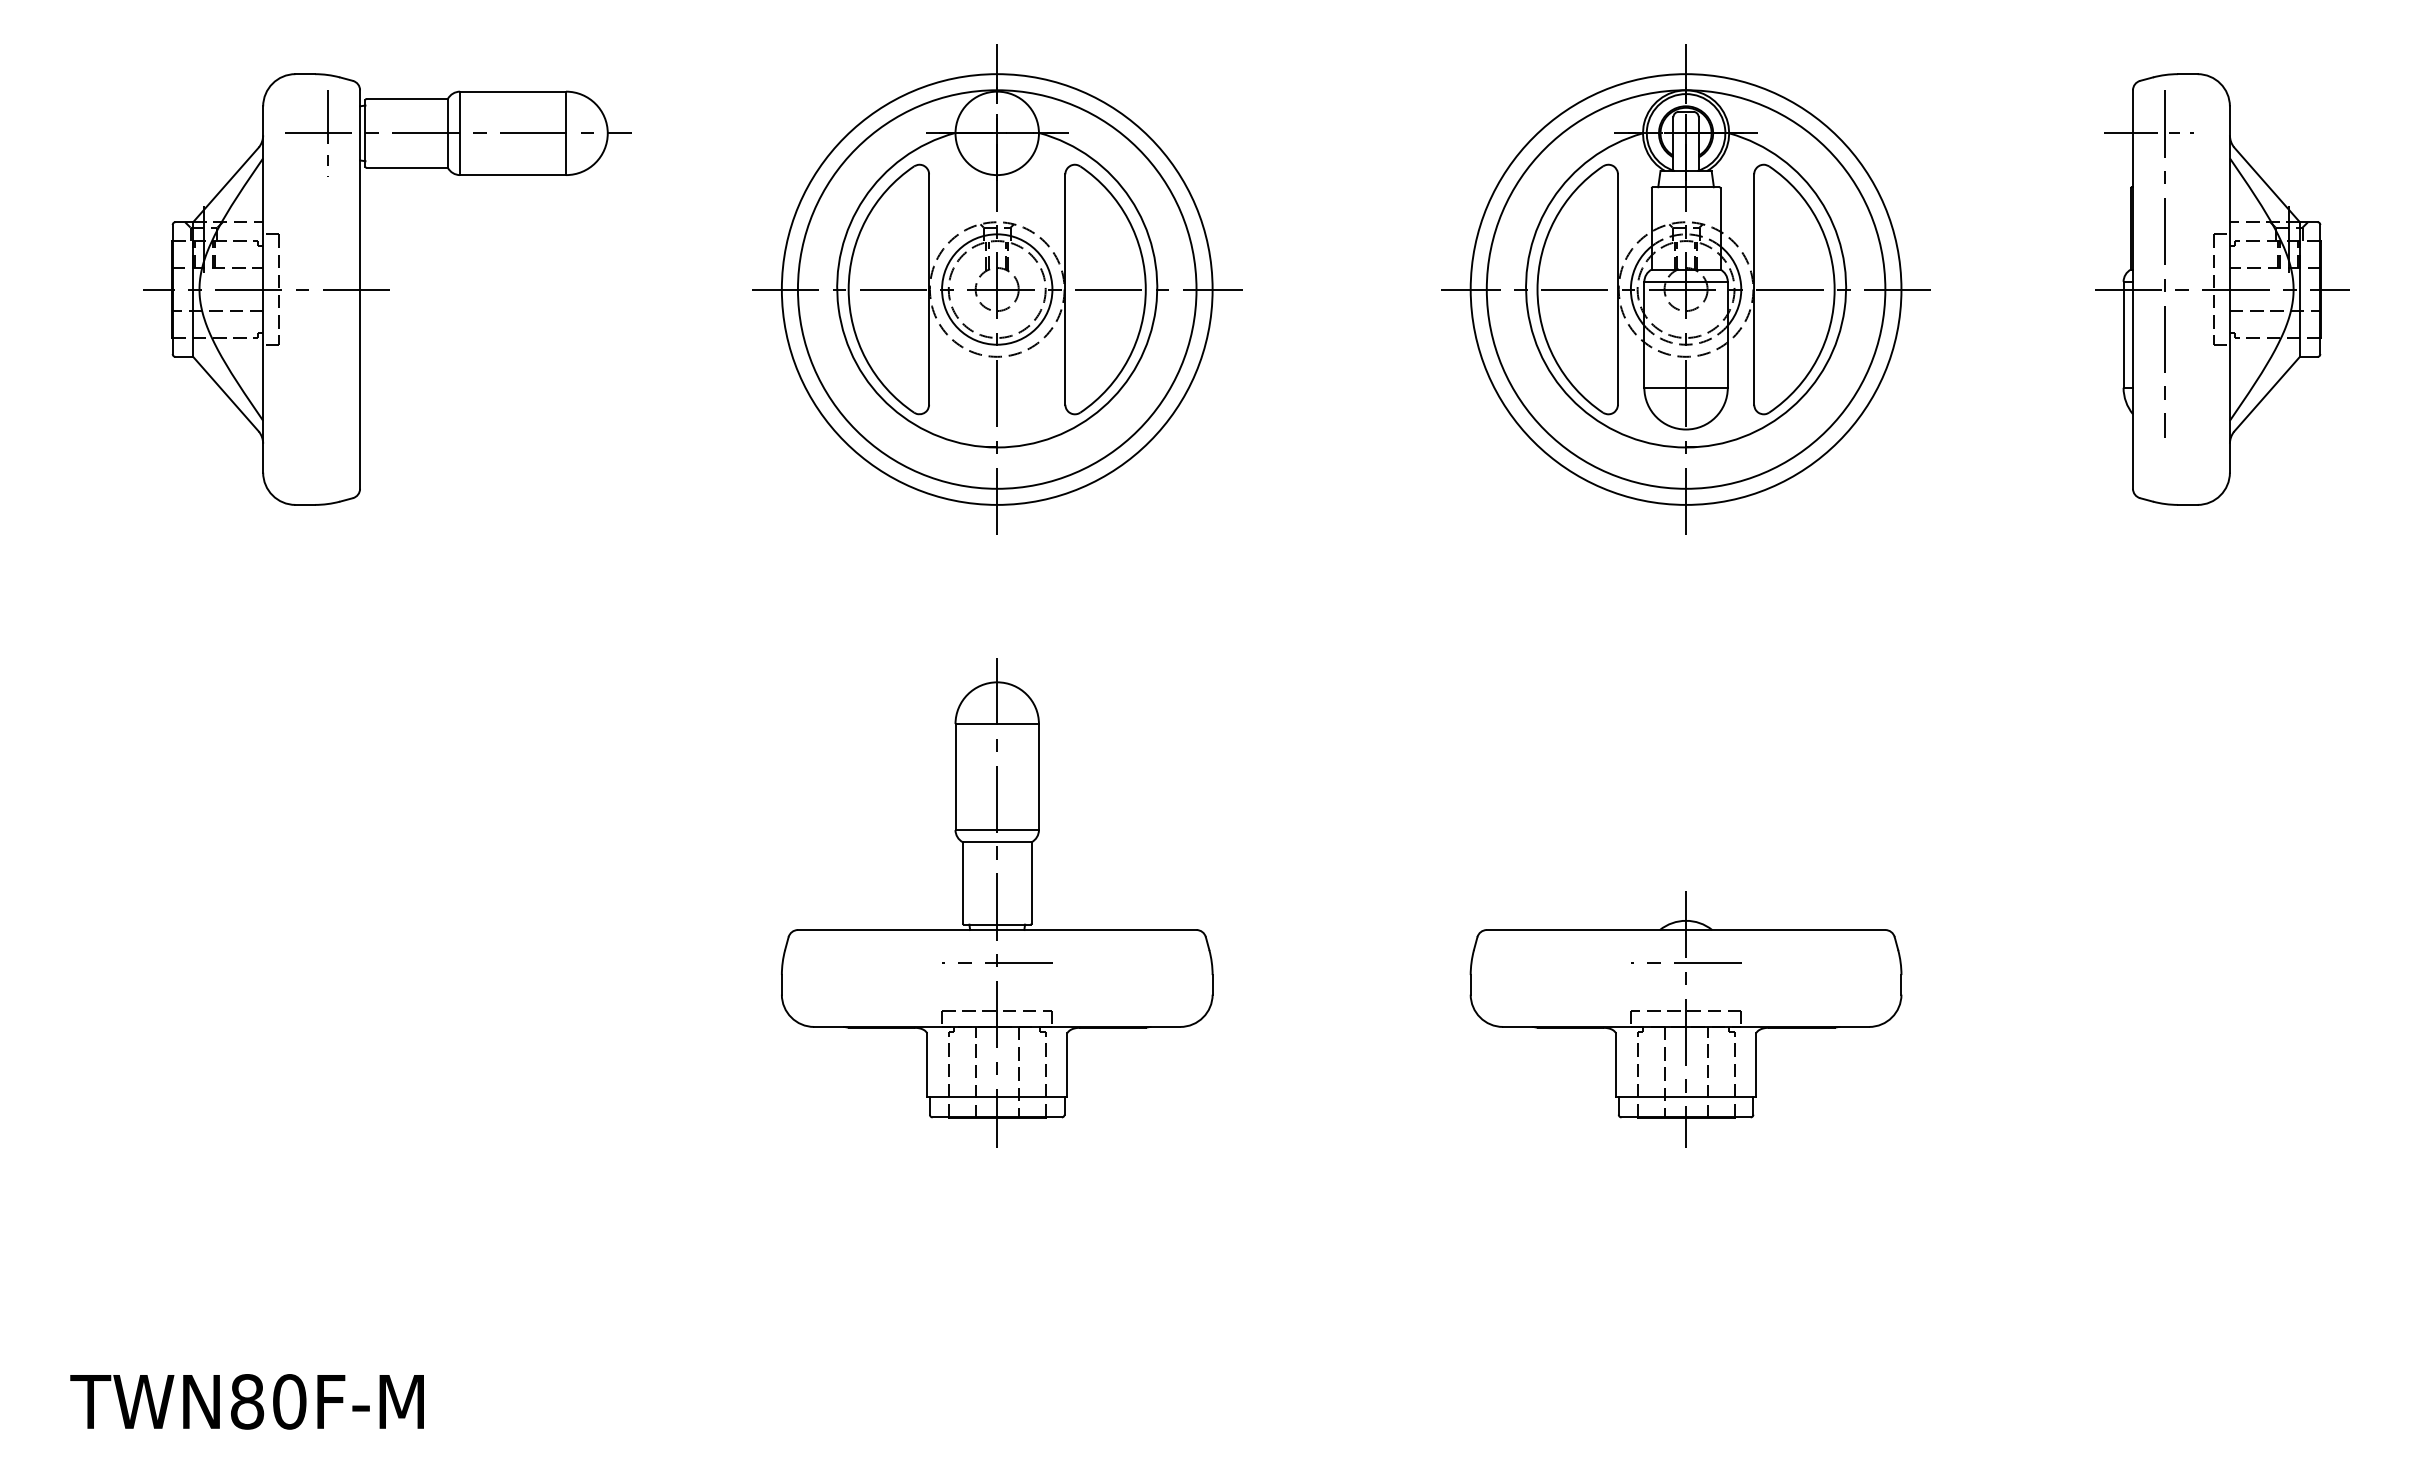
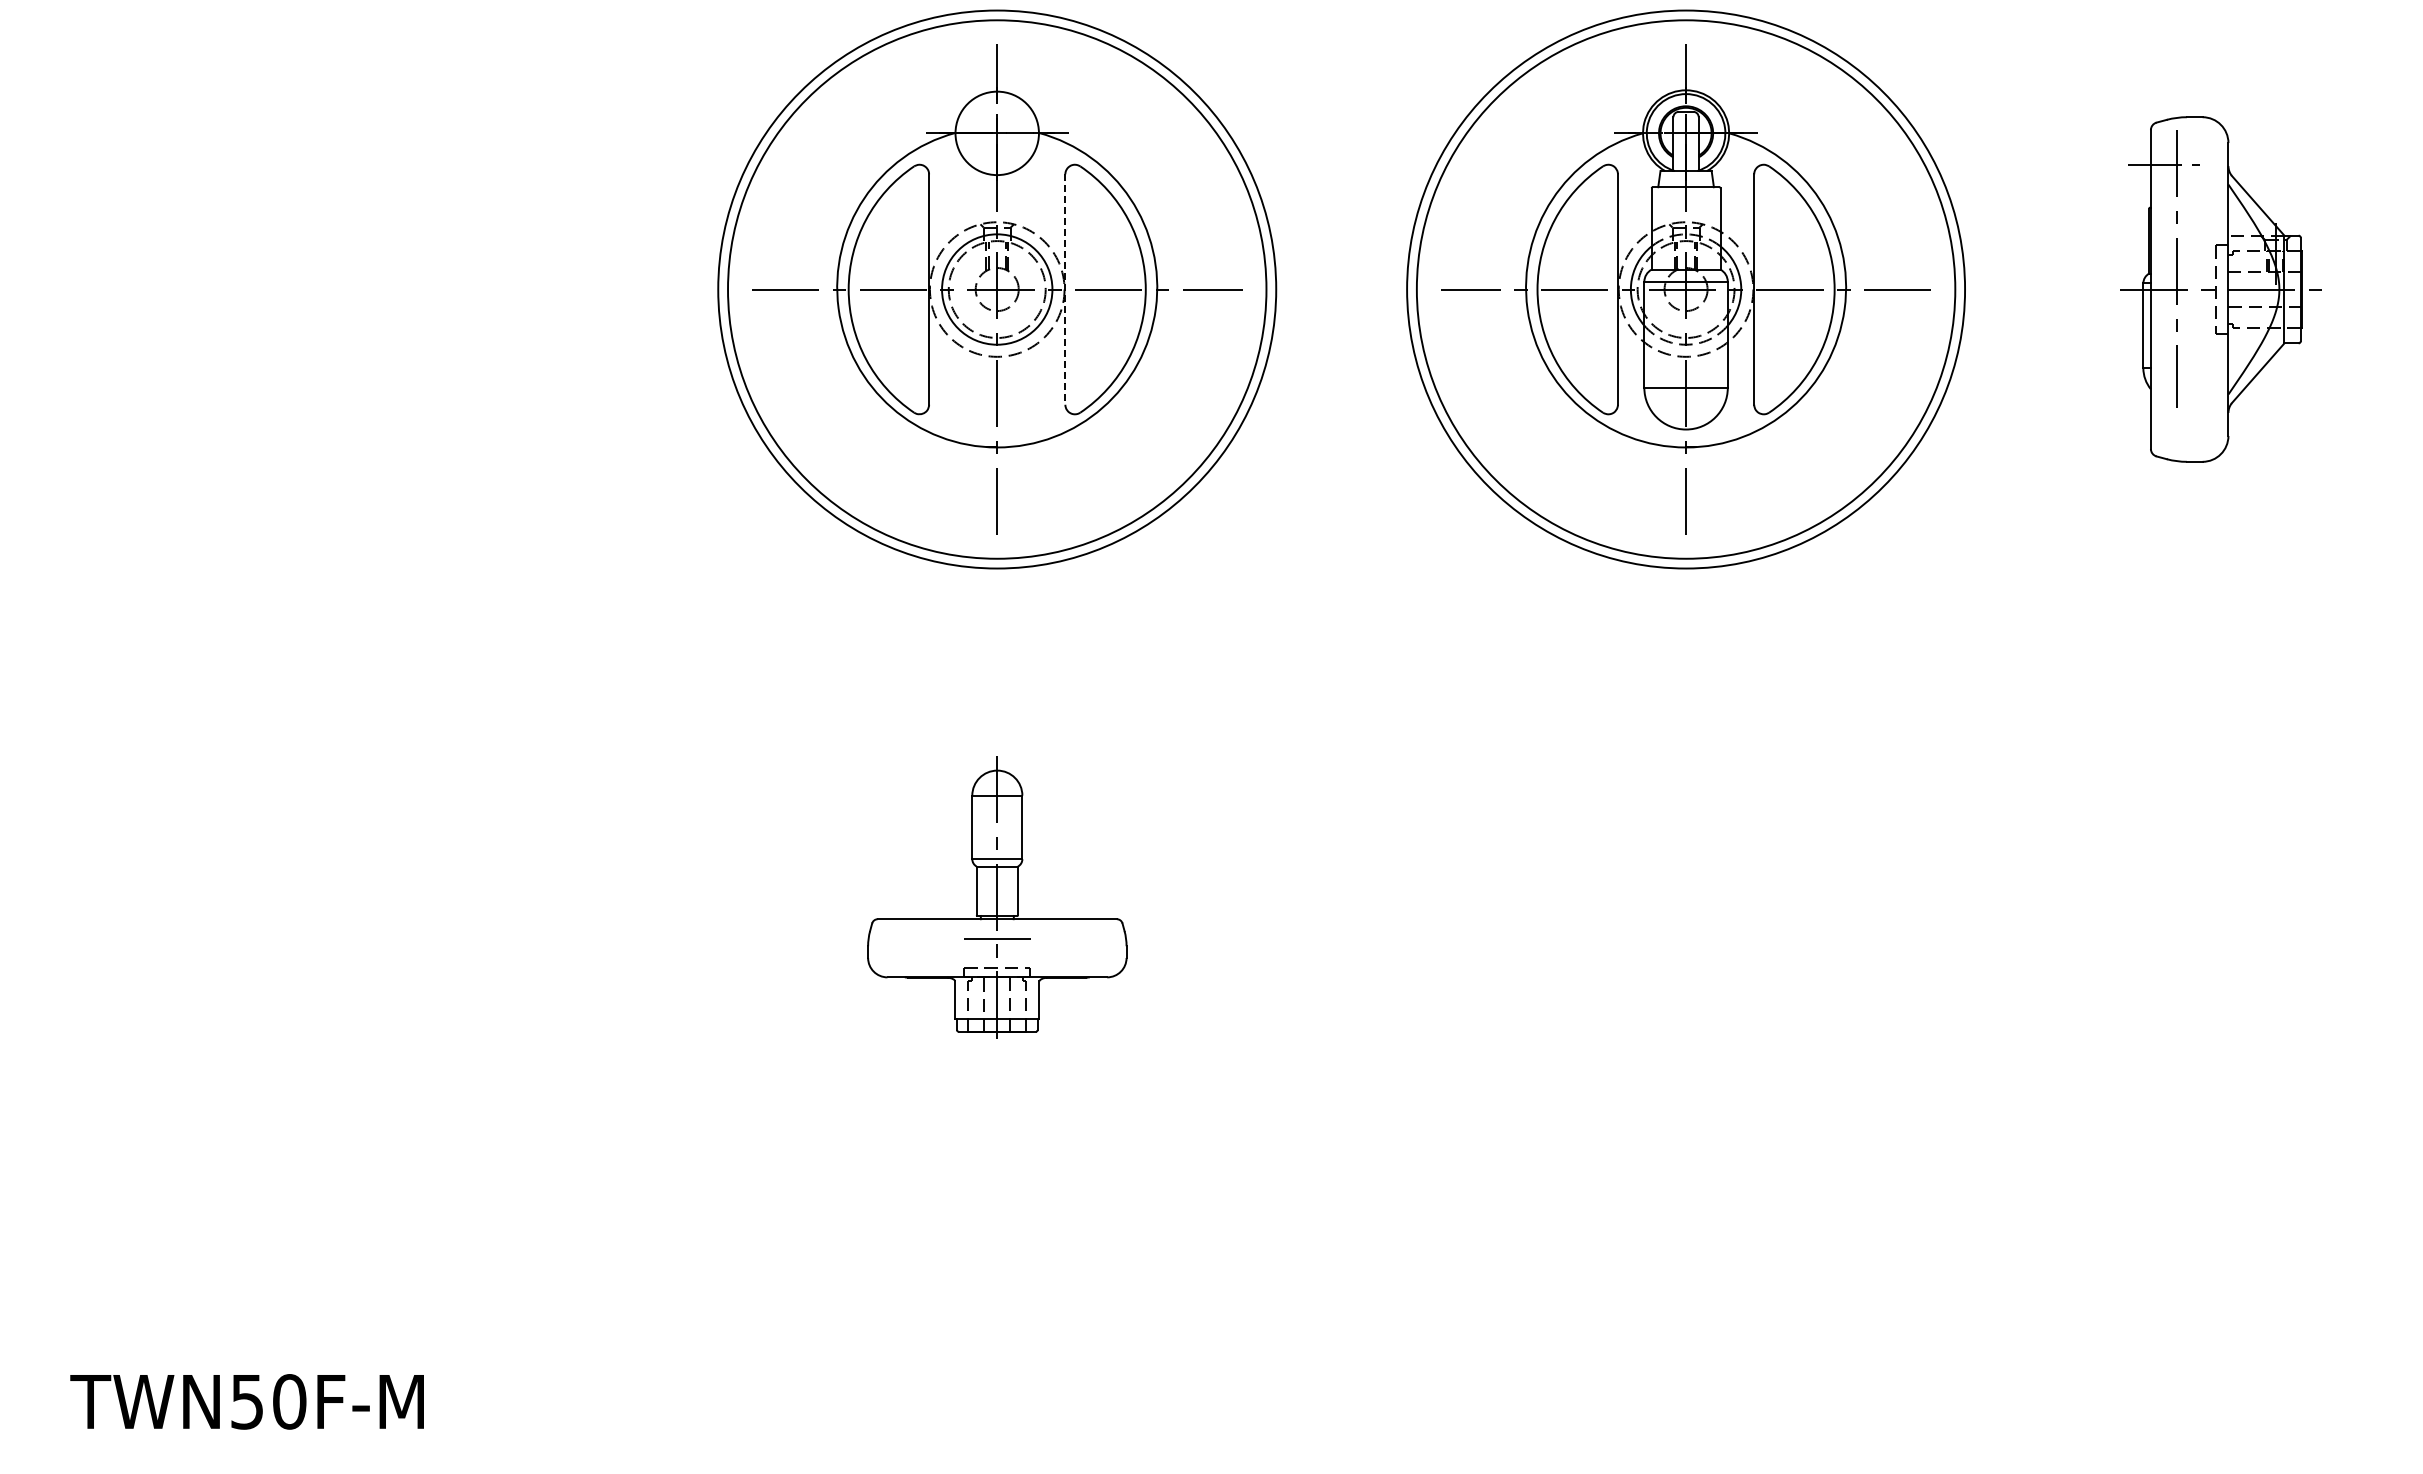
part at (387, 289): present -> none
circle at (996, 289) diameter: 399 px -> 558 px
circle at (996, 289) diameter: 431 px -> 538 px
circle at (1685, 289) diameter: 399 px -> 558 px
circle at (1685, 289) diameter: 431 px -> 538 px
part at (2222, 289) size: 255x433 px -> 202x347 px
line at (1065, 290): solid -> dashed
part at (997, 902) size: 433x490 px -> 261x283 px
part at (1685, 1019): present -> none
text at (247, 1401): TWN80F-M -> TWN50F-M
